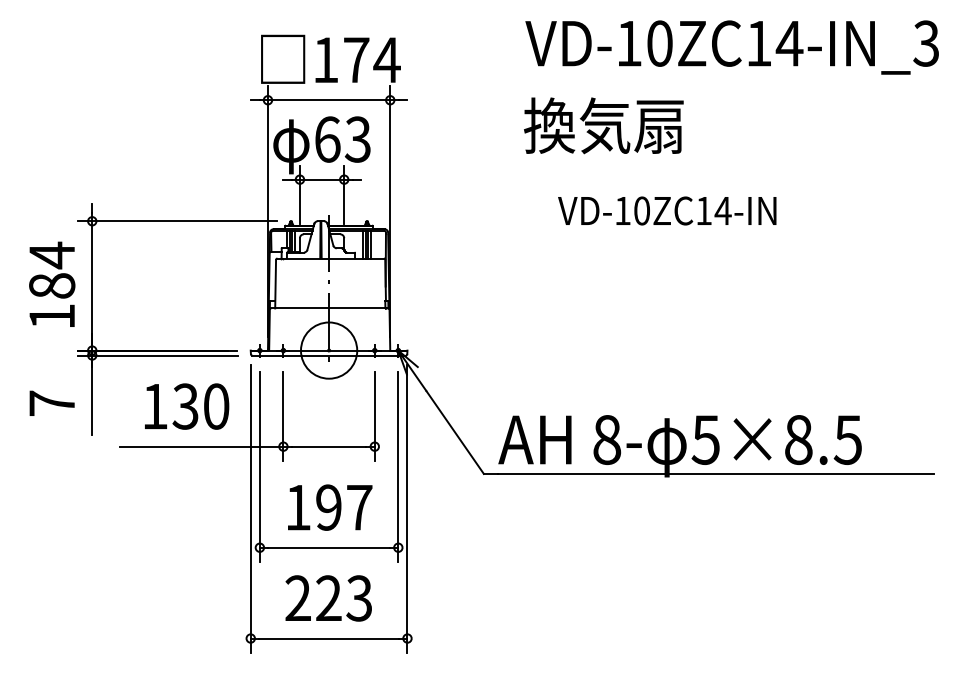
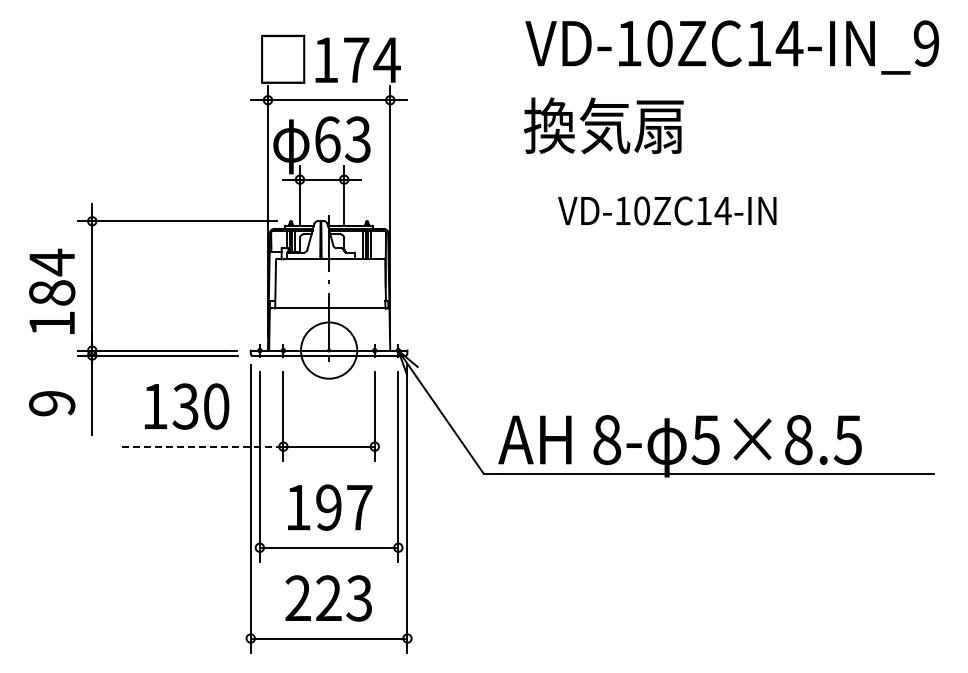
text at (925, 43): VD-10ZC14-IN_3 -> VD-10ZC14-IN_9
text at (52, 283) position: (52, 283) -> (52, 290)
text at (52, 403): 7 -> 9
line at (201, 446): solid -> dashed
